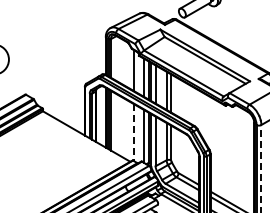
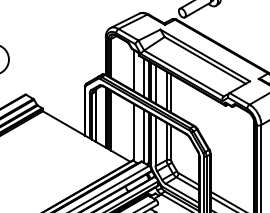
line at (133, 133): dashed -> solid
line at (261, 168): dashed -> solid
